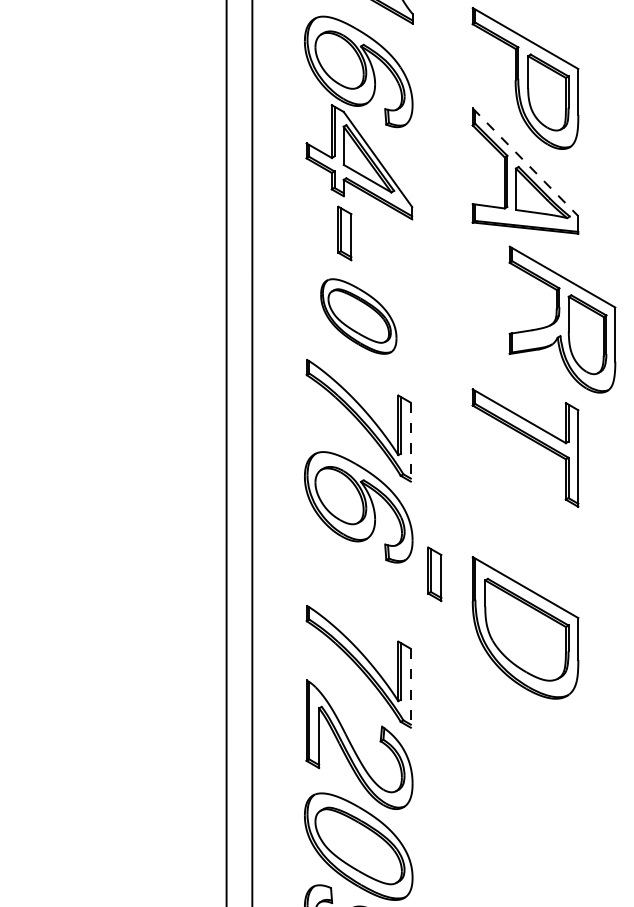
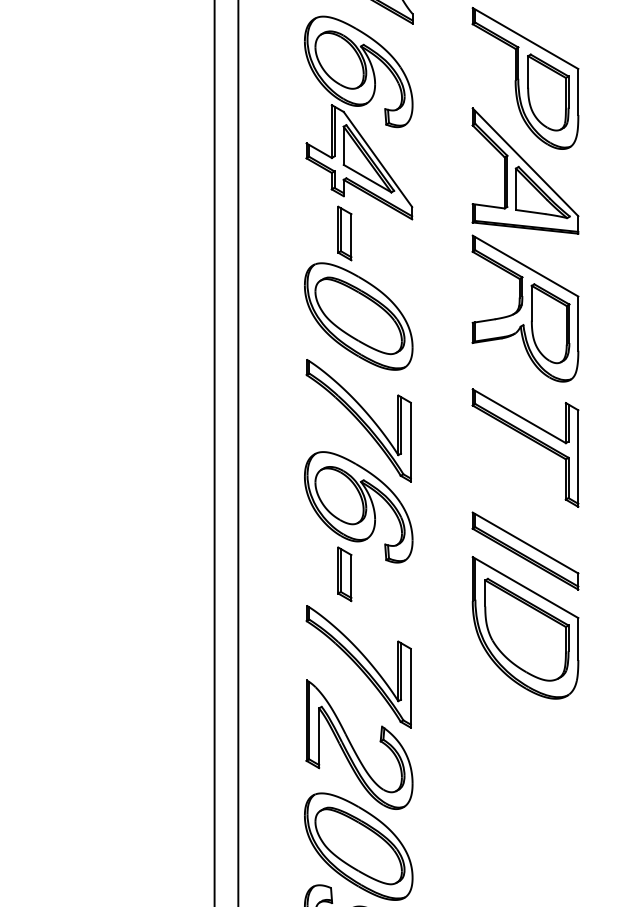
line at (525, 162): dashed -> solid
part at (358, 316) size: 78x77 px -> 110x109 px
part at (562, 319) position: (562, 319) -> (525, 308)
line at (410, 442): dashed -> solid
line at (226, 452) position: (226, 452) -> (214, 452)
line at (252, 452) position: (252, 452) -> (238, 452)
part at (525, 550): none -> present
part at (434, 574) position: (434, 574) -> (344, 574)
line at (410, 688): dashed -> solid
